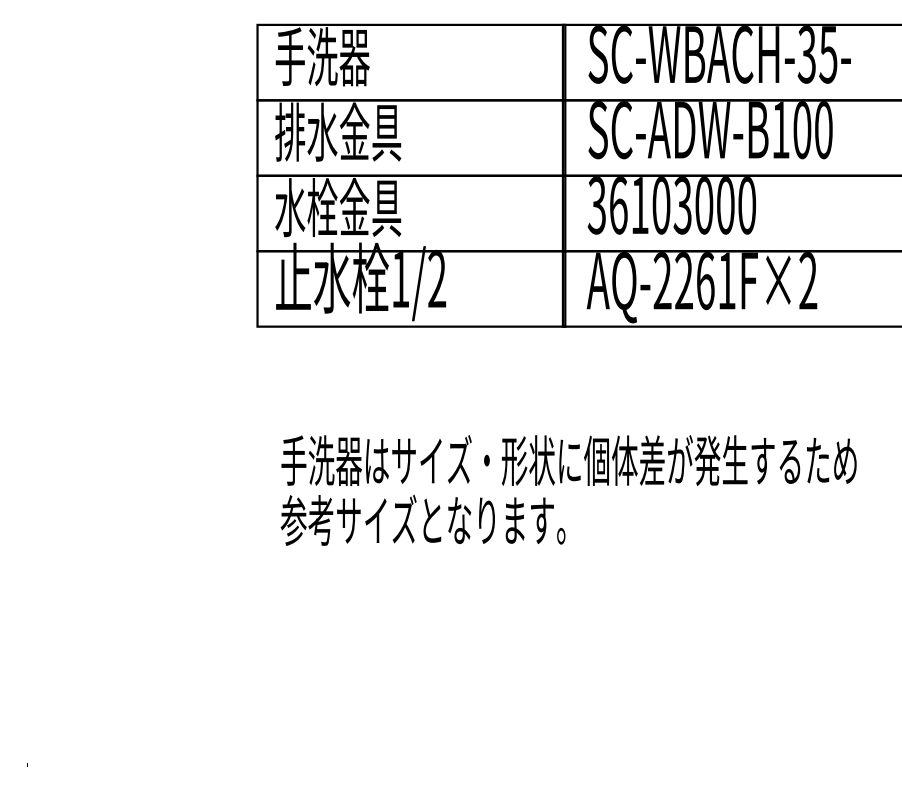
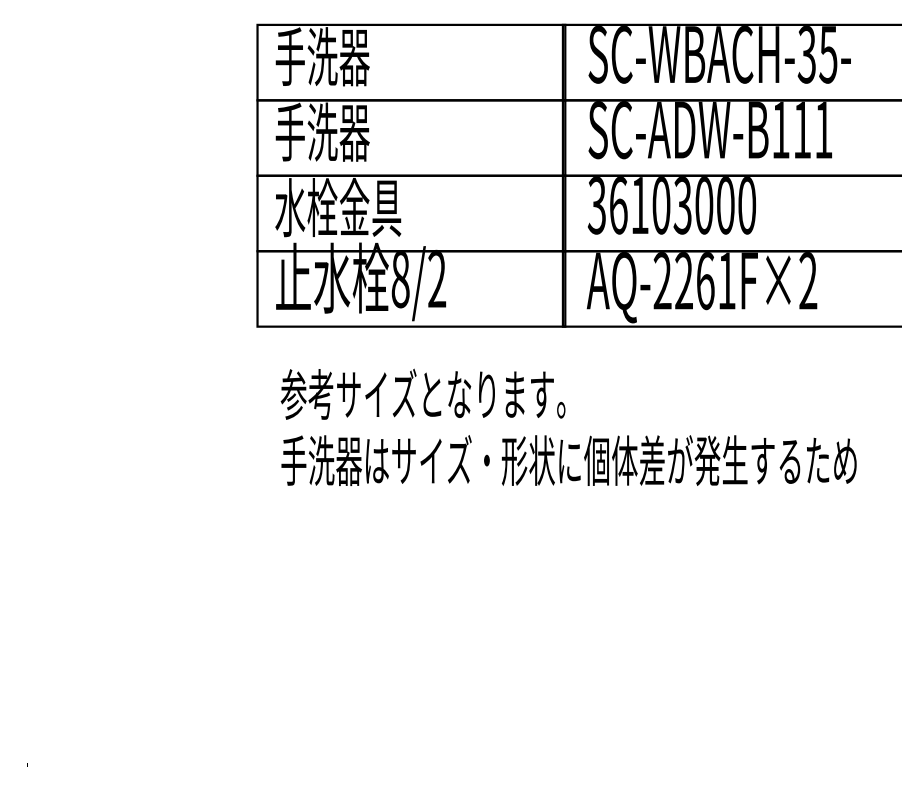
text at (812, 130): SC-ADW-B100 -> SC-ADW-B111
text at (338, 131): 排水金具 -> 手洗器
text at (400, 280): 1/2 -> 8/2
text at (422, 519) position: (422, 519) -> (422, 393)
